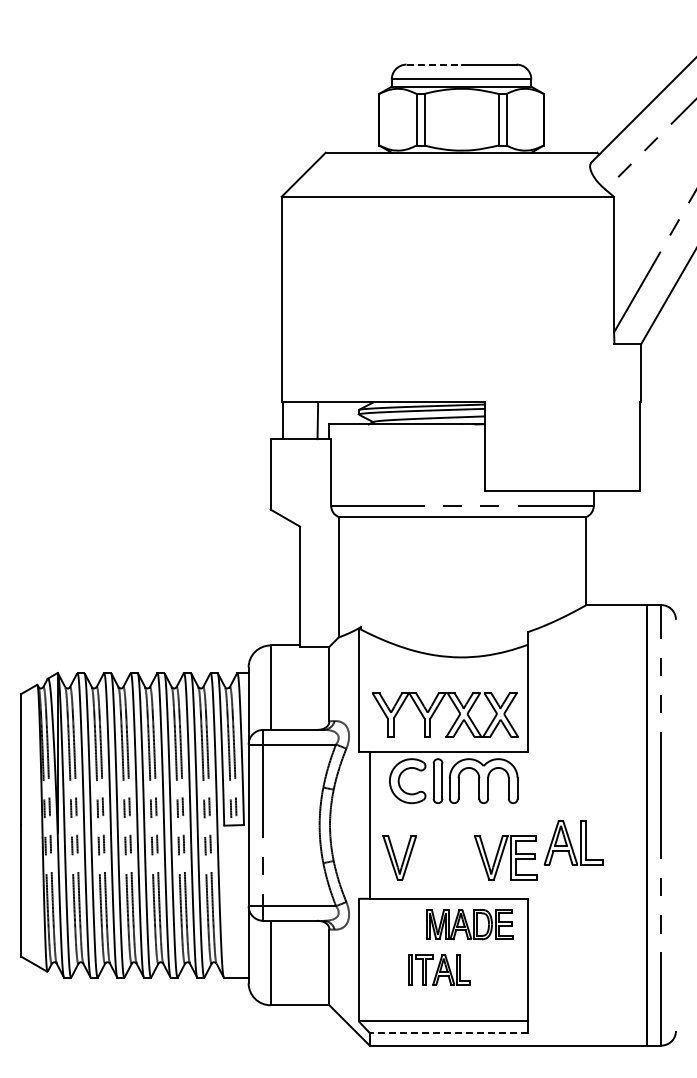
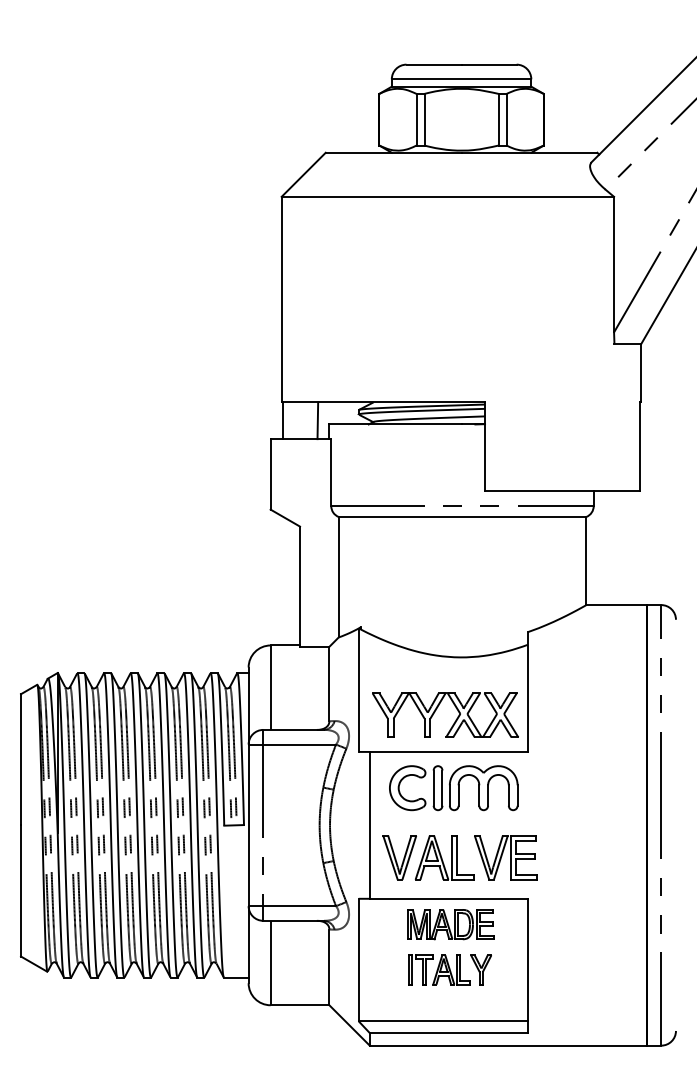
line at (434, 64): dashed -> solid
part at (453, 781) position: (453, 781) -> (453, 788)
part at (573, 842) position: (573, 842) -> (444, 857)
part at (469, 924) position: (469, 924) -> (450, 924)
part at (480, 969): none -> present
line at (448, 1033): dashed -> solid
